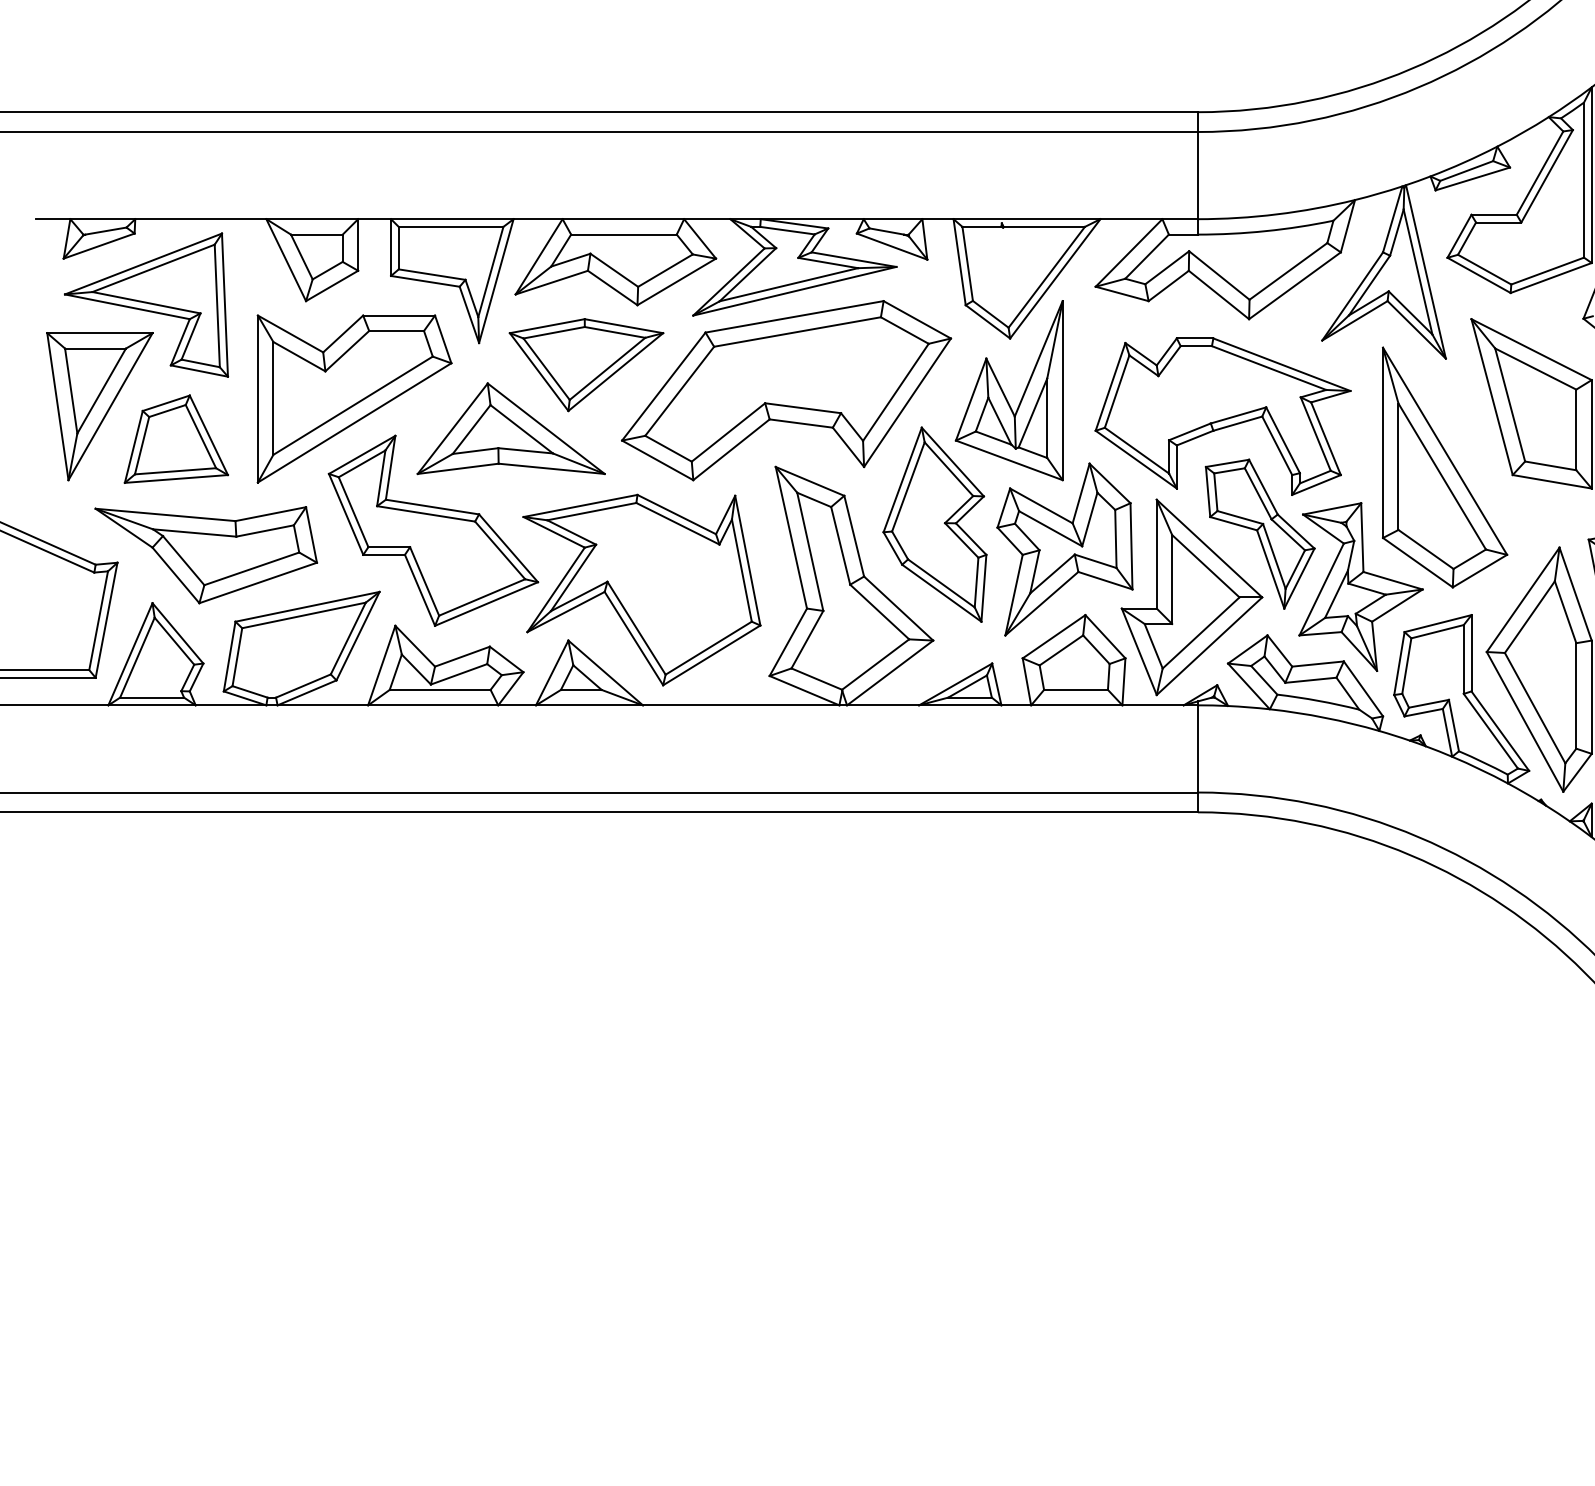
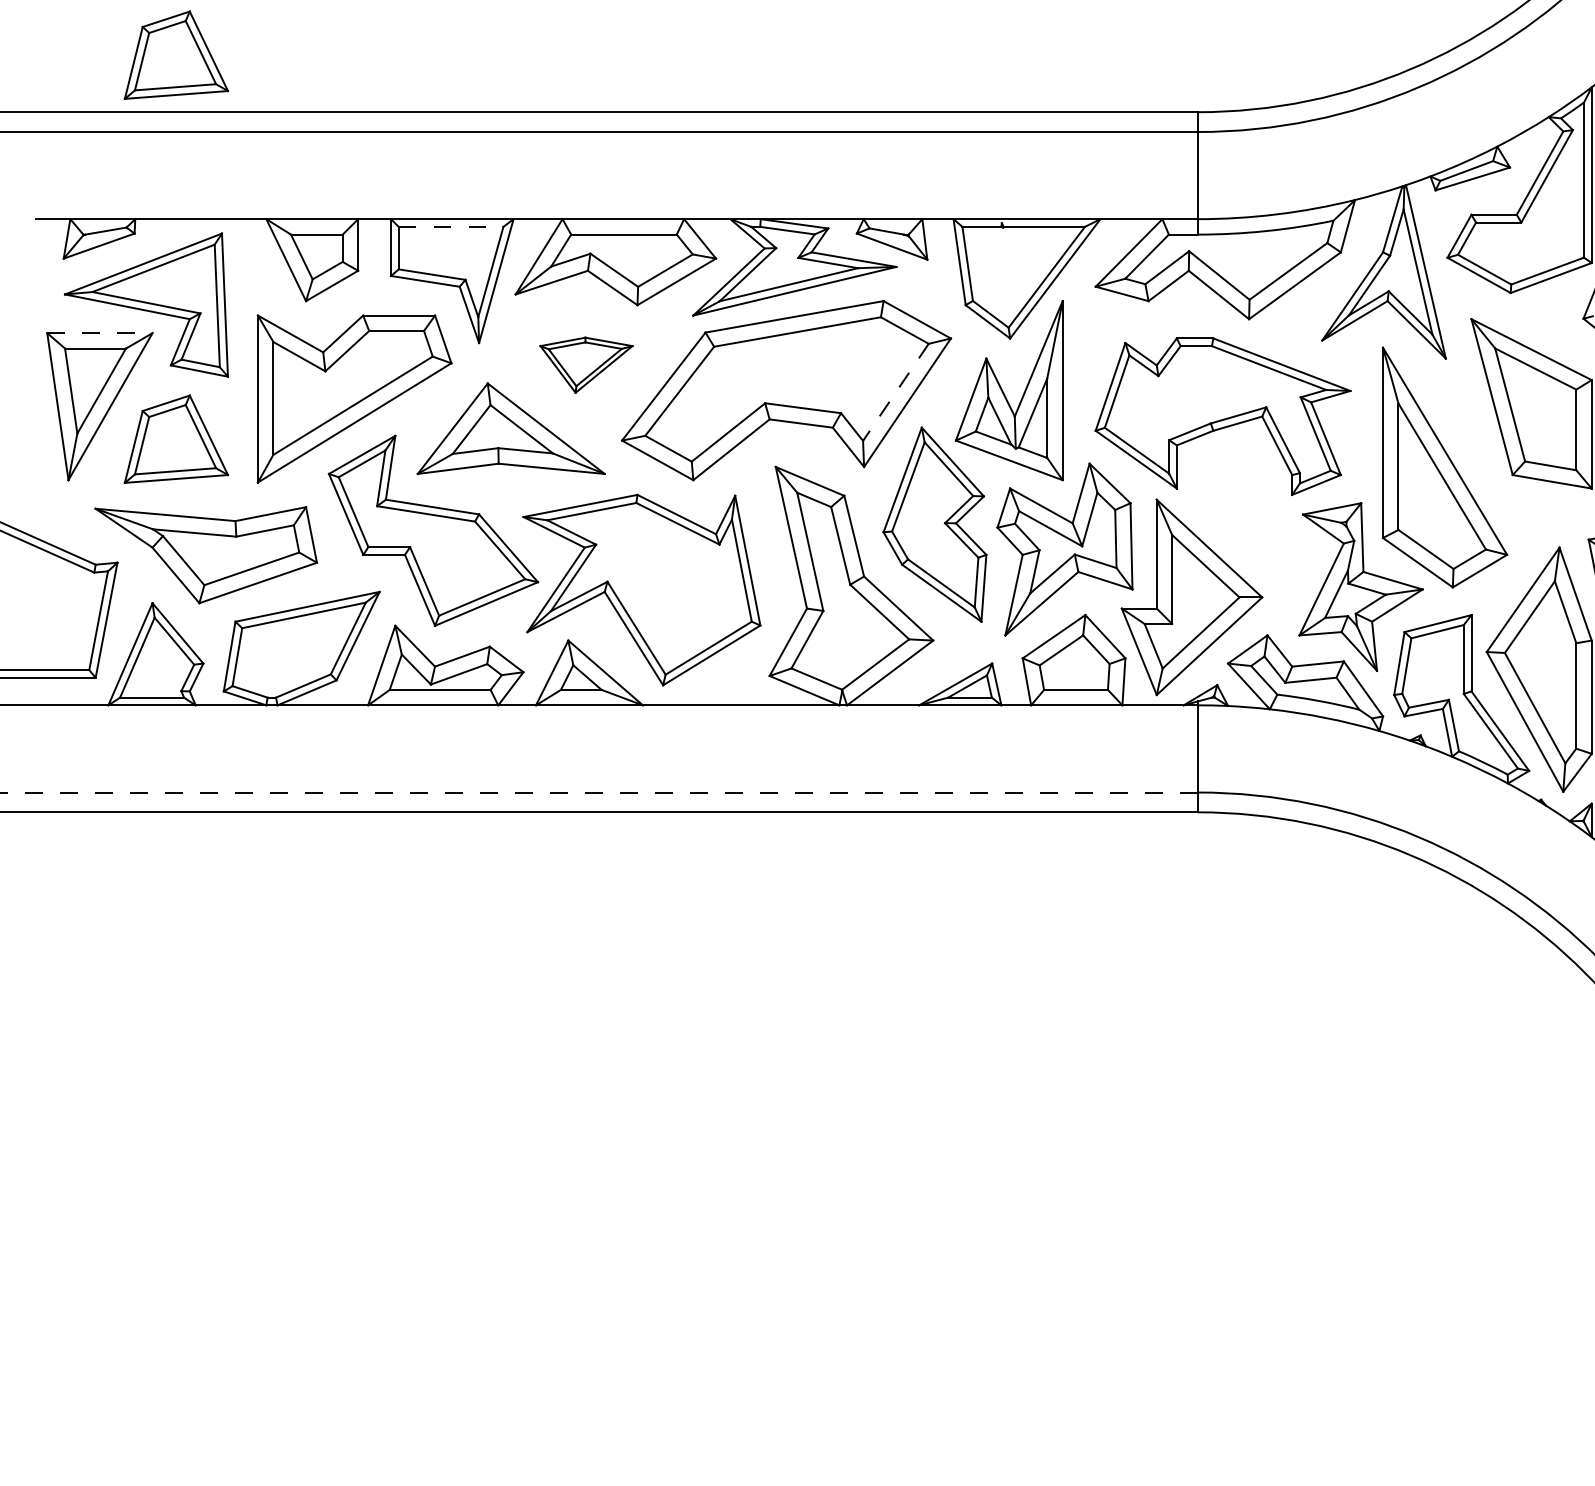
part at (175, 54): none -> present
line at (451, 226): solid -> dashed
line at (99, 333): solid -> dashed
part at (586, 365) size: 157x95 px -> 95x58 px
line at (895, 392): solid -> dashed
part at (1259, 533): present -> none
line at (599, 792): solid -> dashed
